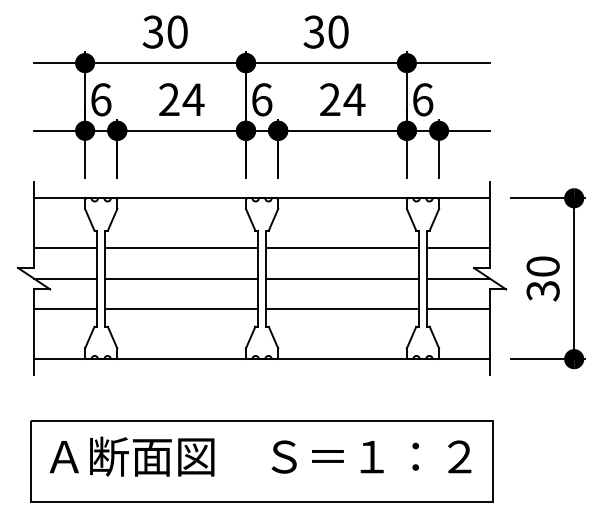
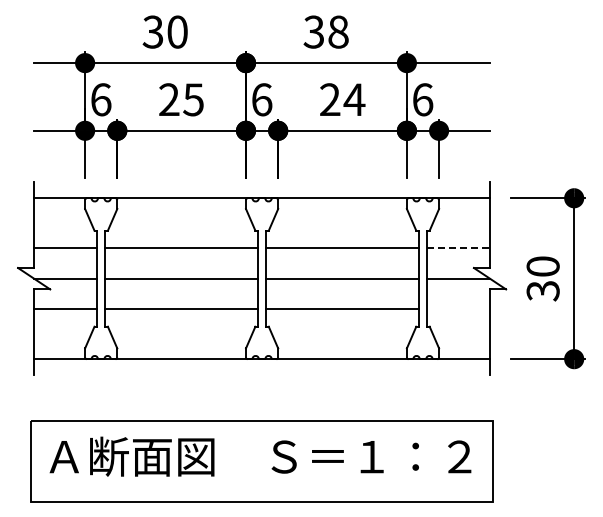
text at (338, 31): 30 -> 38
text at (193, 99): 24 -> 25
line at (458, 248): solid -> dashed
line at (458, 309): present -> none
